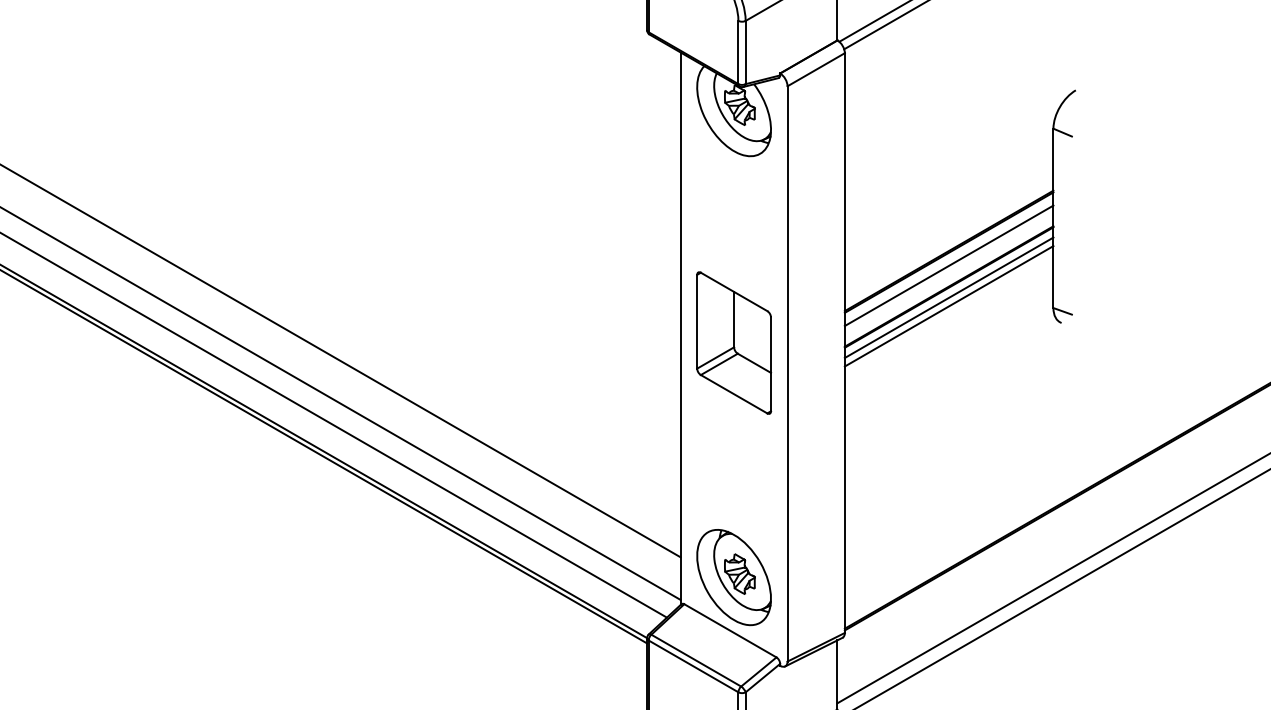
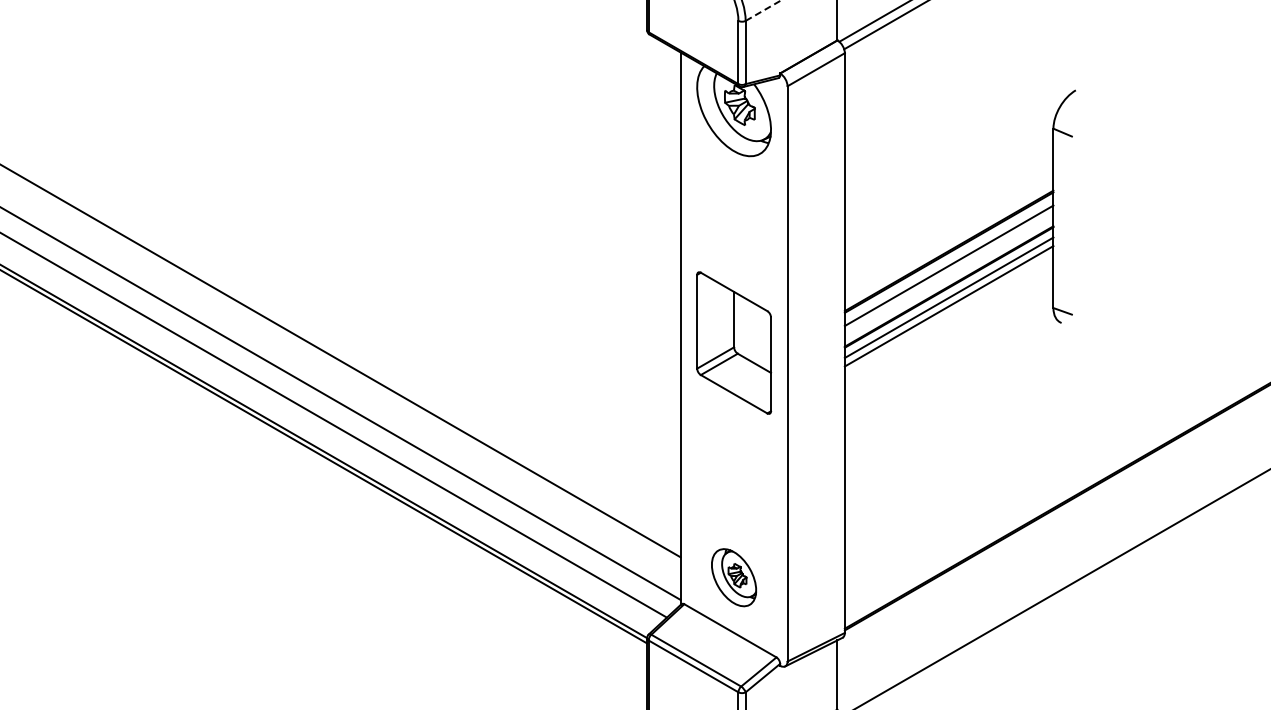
line at (763, 10): solid -> dashed
part at (733, 577) size: 76x98 px -> 47x60 px
line at (1052, 579): present -> none
